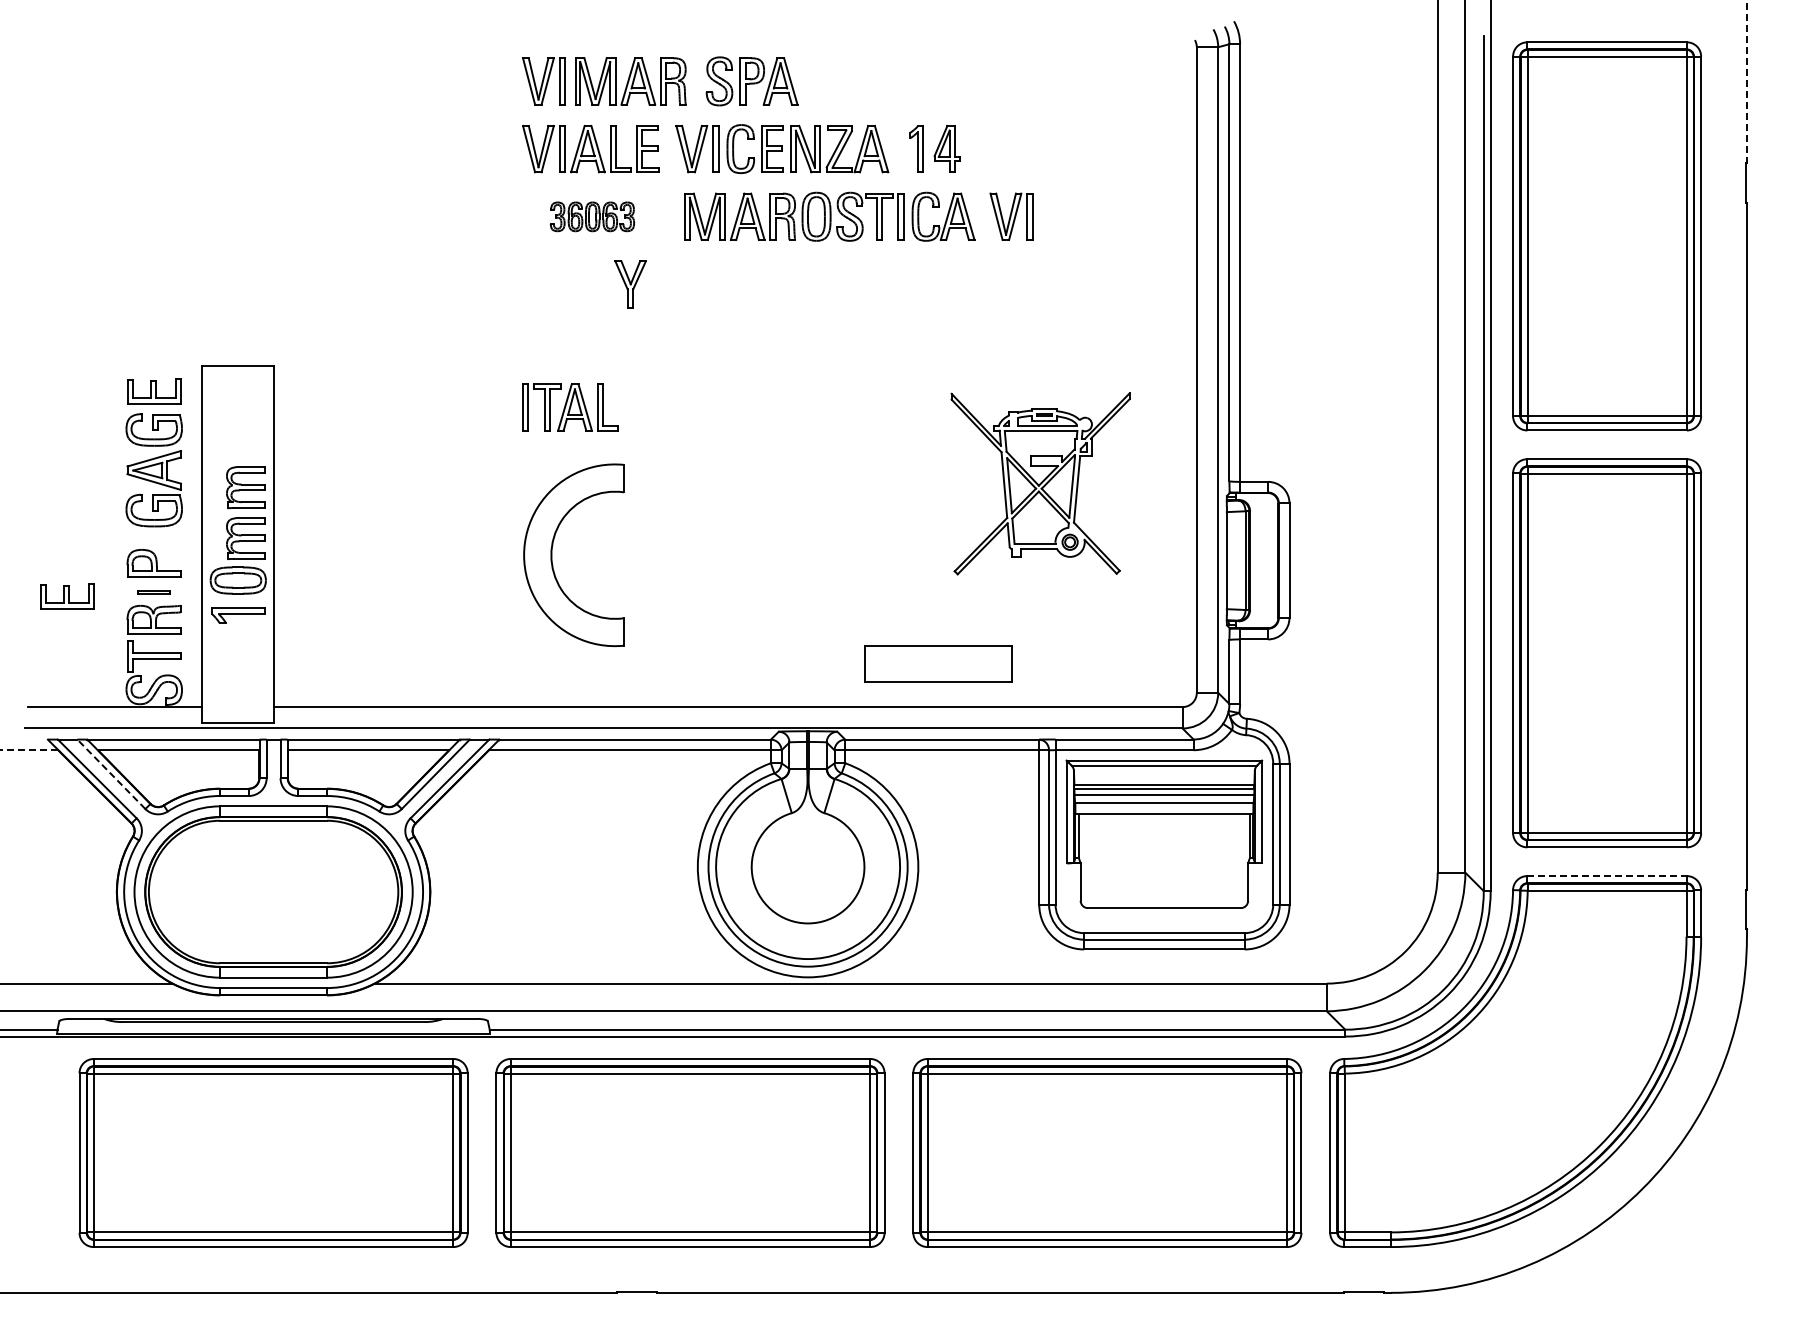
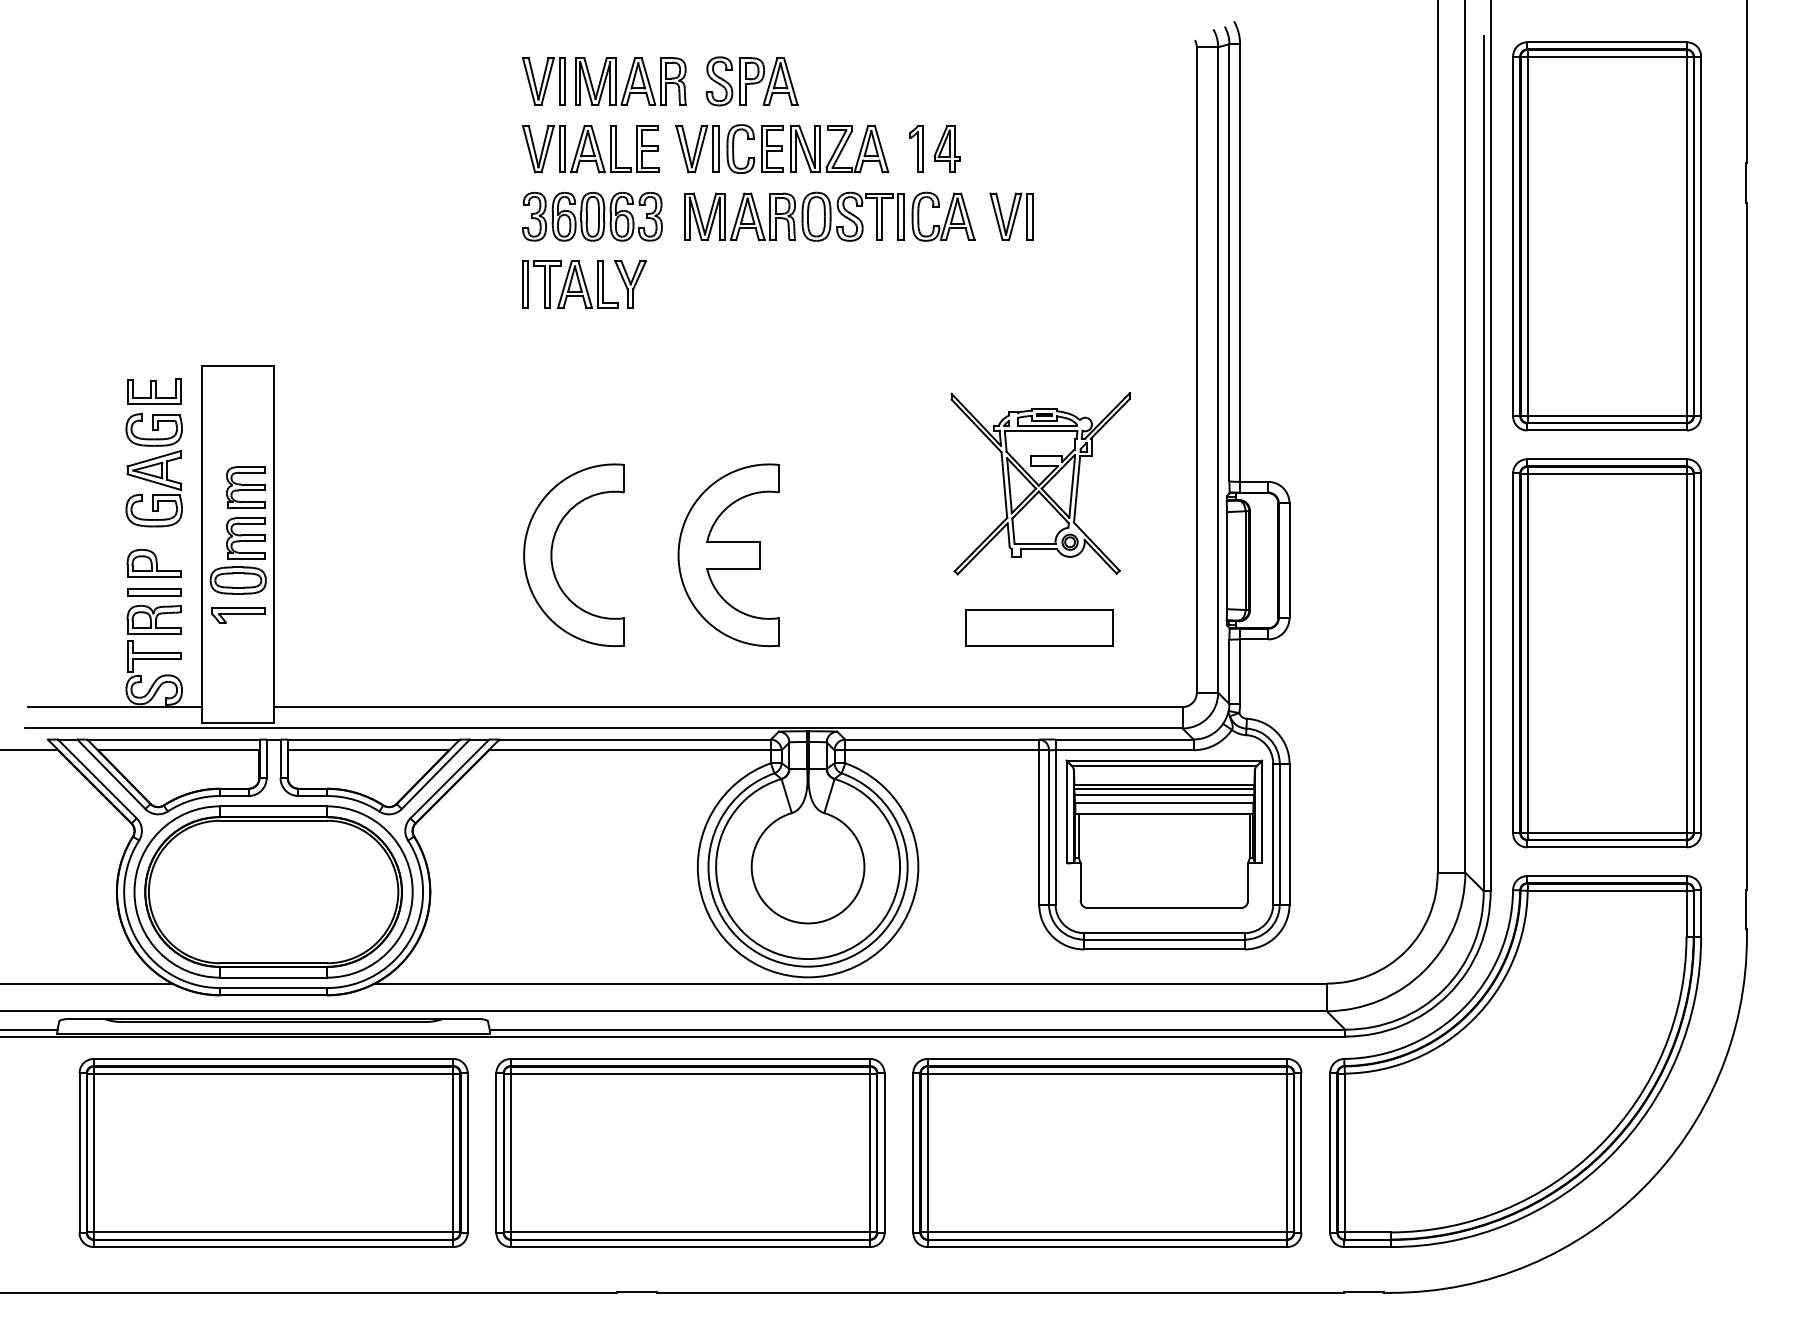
line at (1746, 82): dashed -> solid
part at (592, 216) size: 85x32 px -> 141x50 px
part at (570, 407) position: (570, 407) -> (570, 284)
part at (728, 555): none -> present
part at (153, 592) size: 34x5 px -> 55x9 px
part at (67, 596): present -> none
part at (938, 663) position: (938, 663) -> (1039, 627)
line at (29, 750): dashed -> solid
line at (111, 774): dashed -> solid
line at (1607, 876): dashed -> solid
